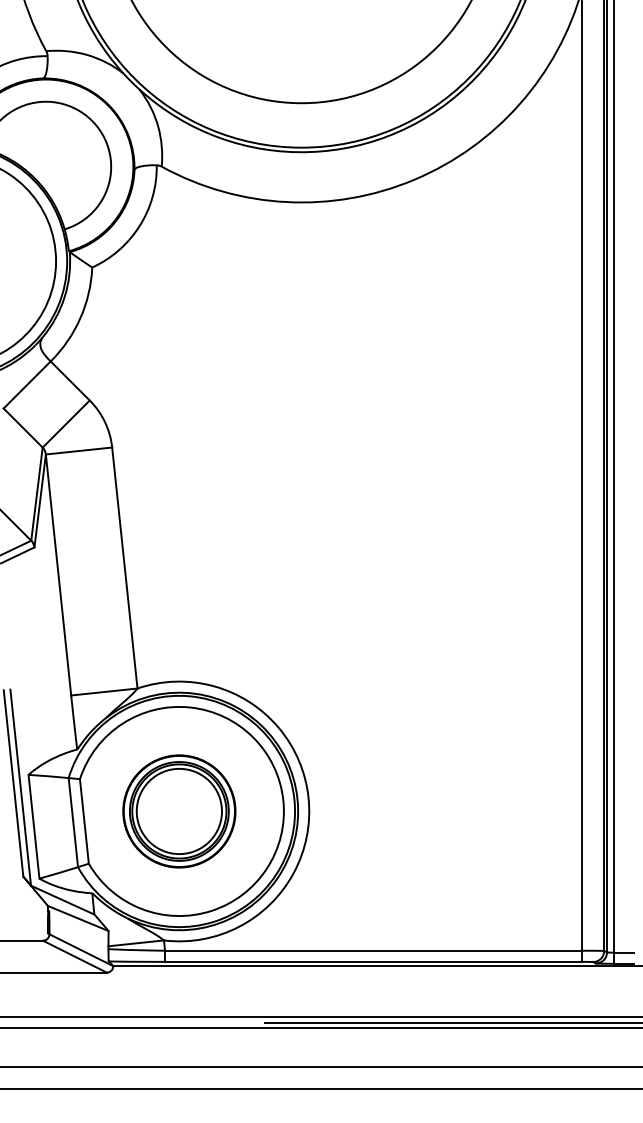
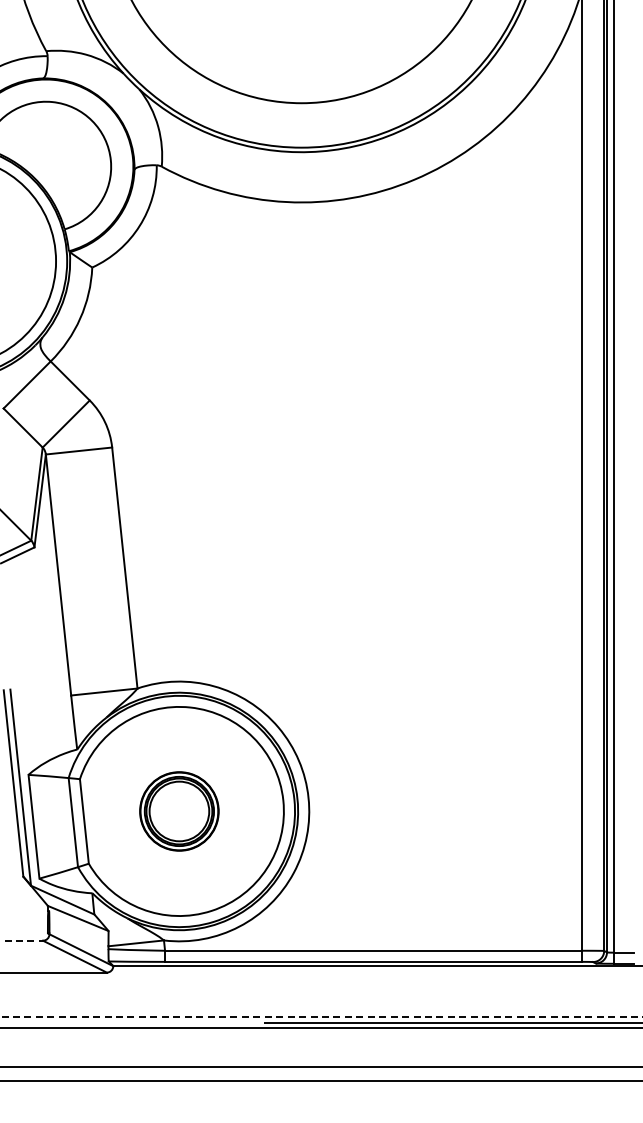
part at (179, 811) size: 115x115 px -> 81x81 px
line at (22, 940): solid -> dashed
line at (321, 1017): solid -> dashed
line at (320, 1089) position: (320, 1089) -> (320, 1081)
